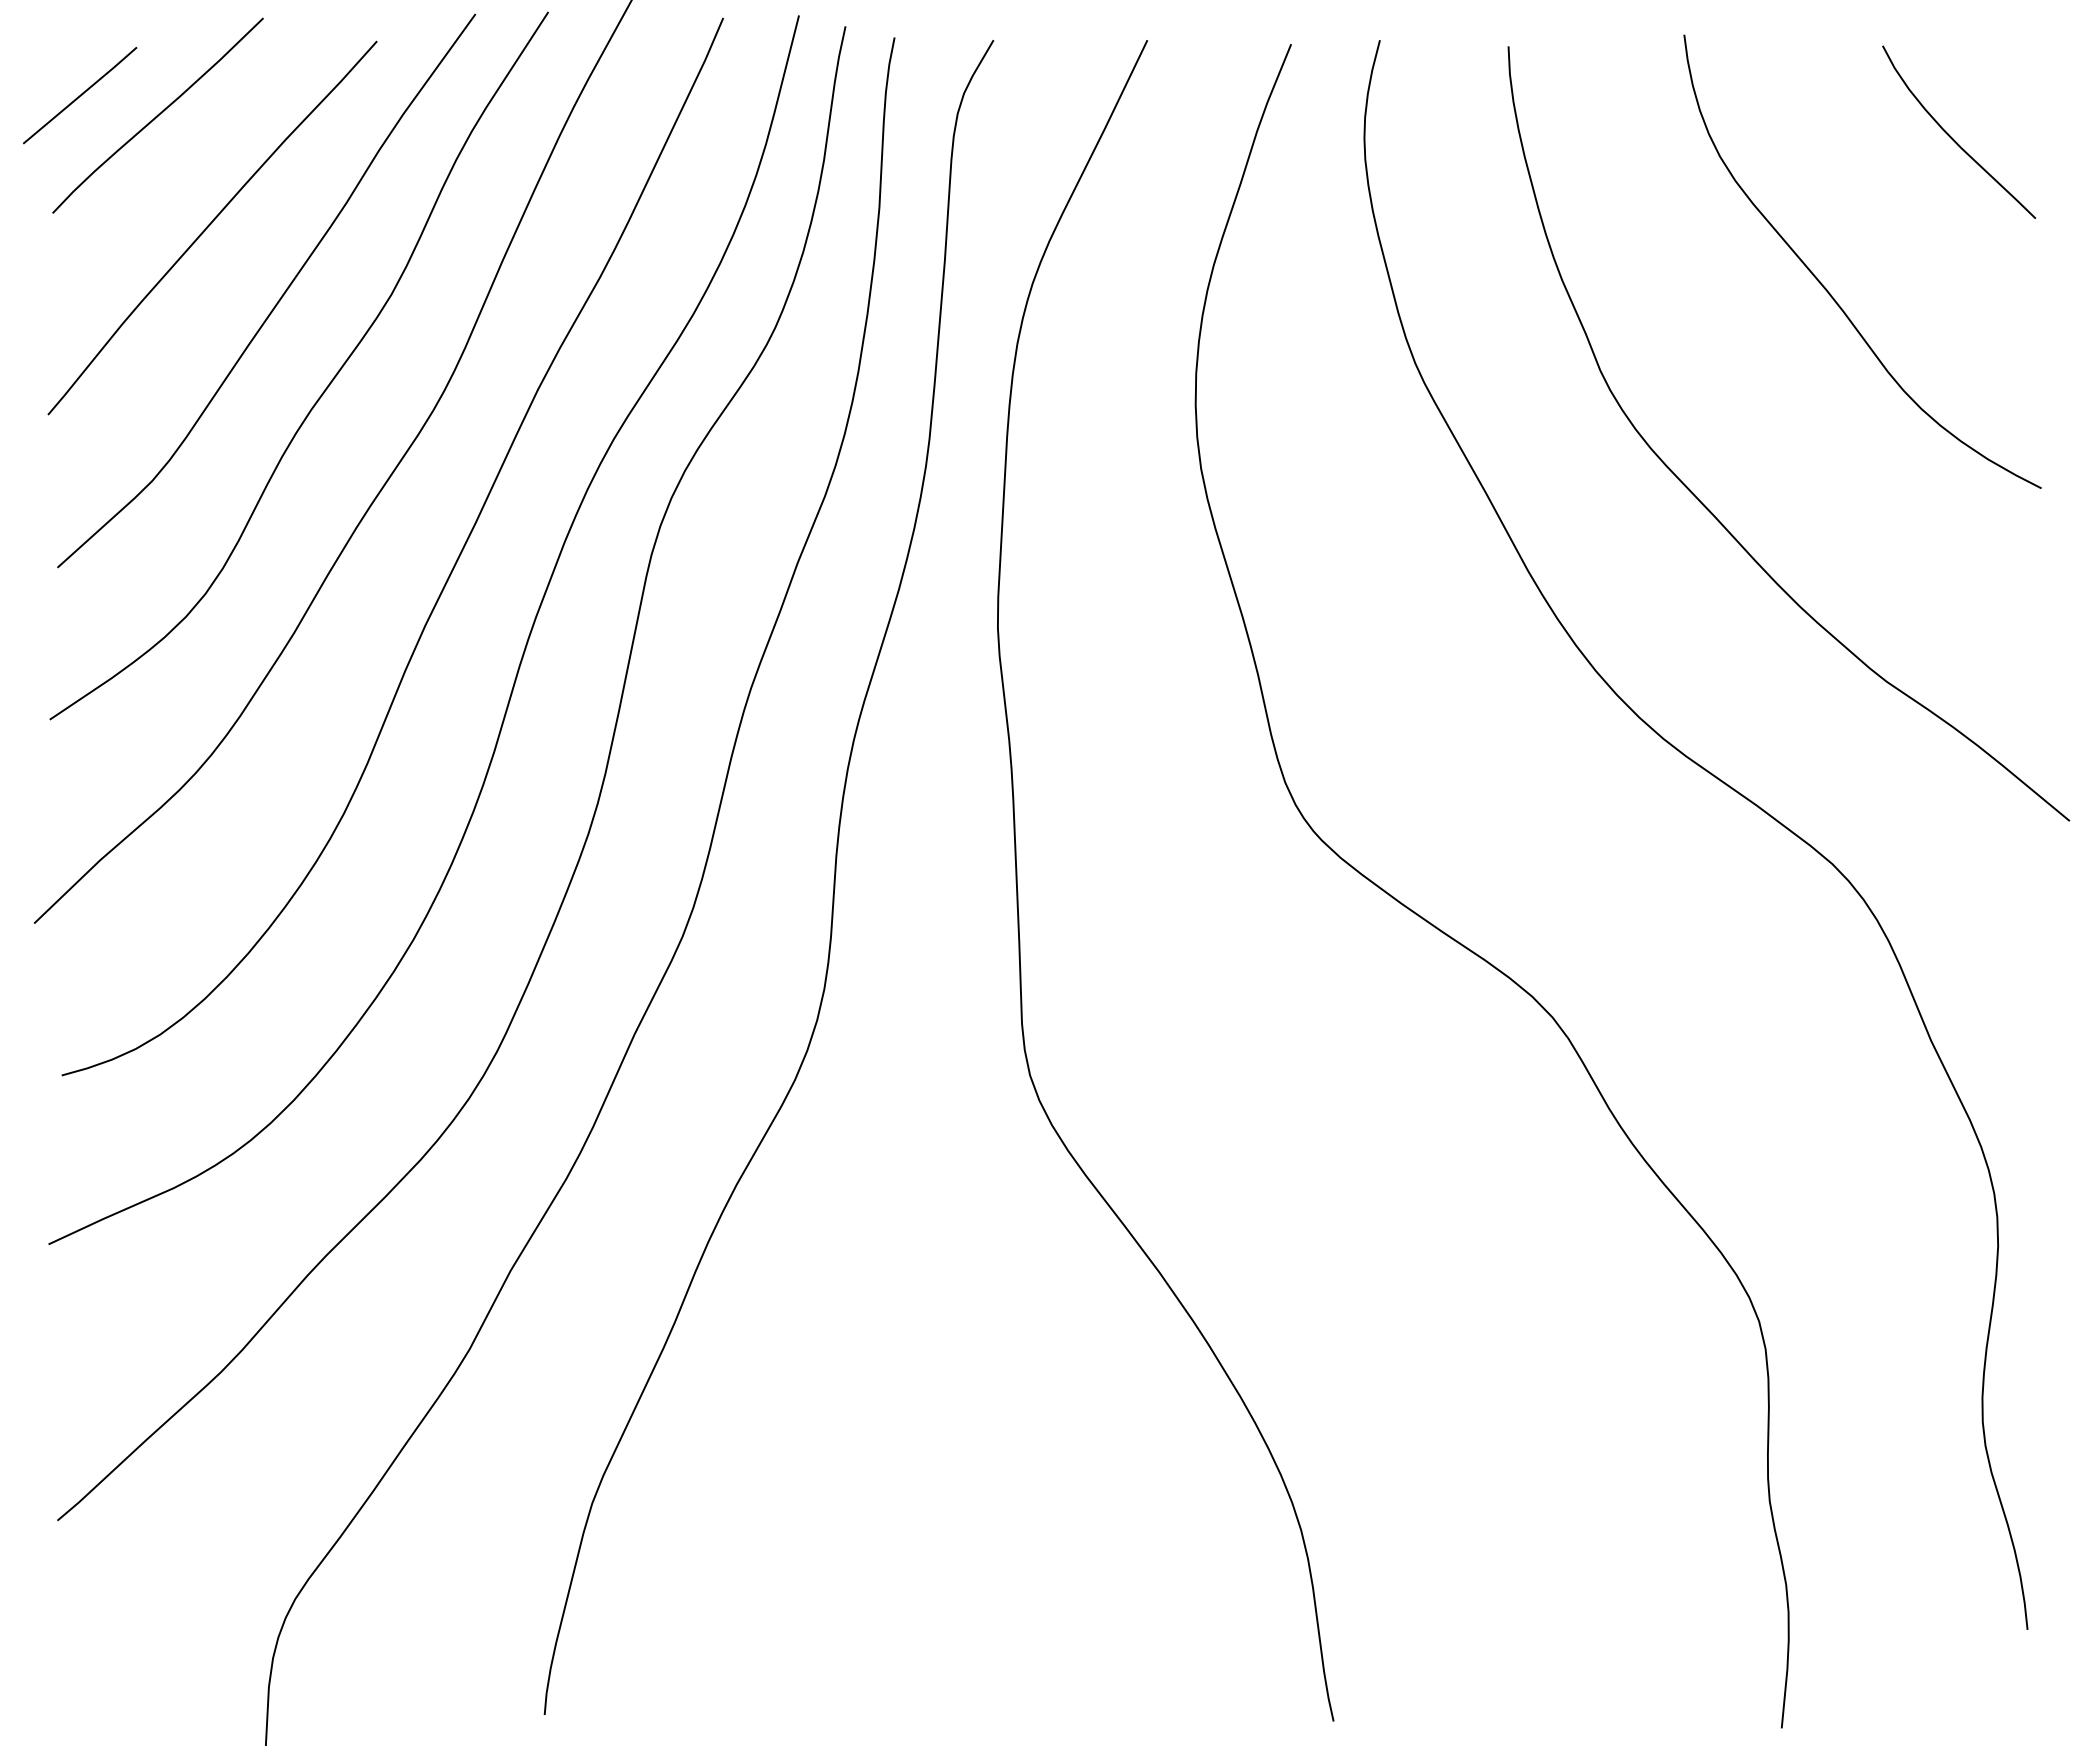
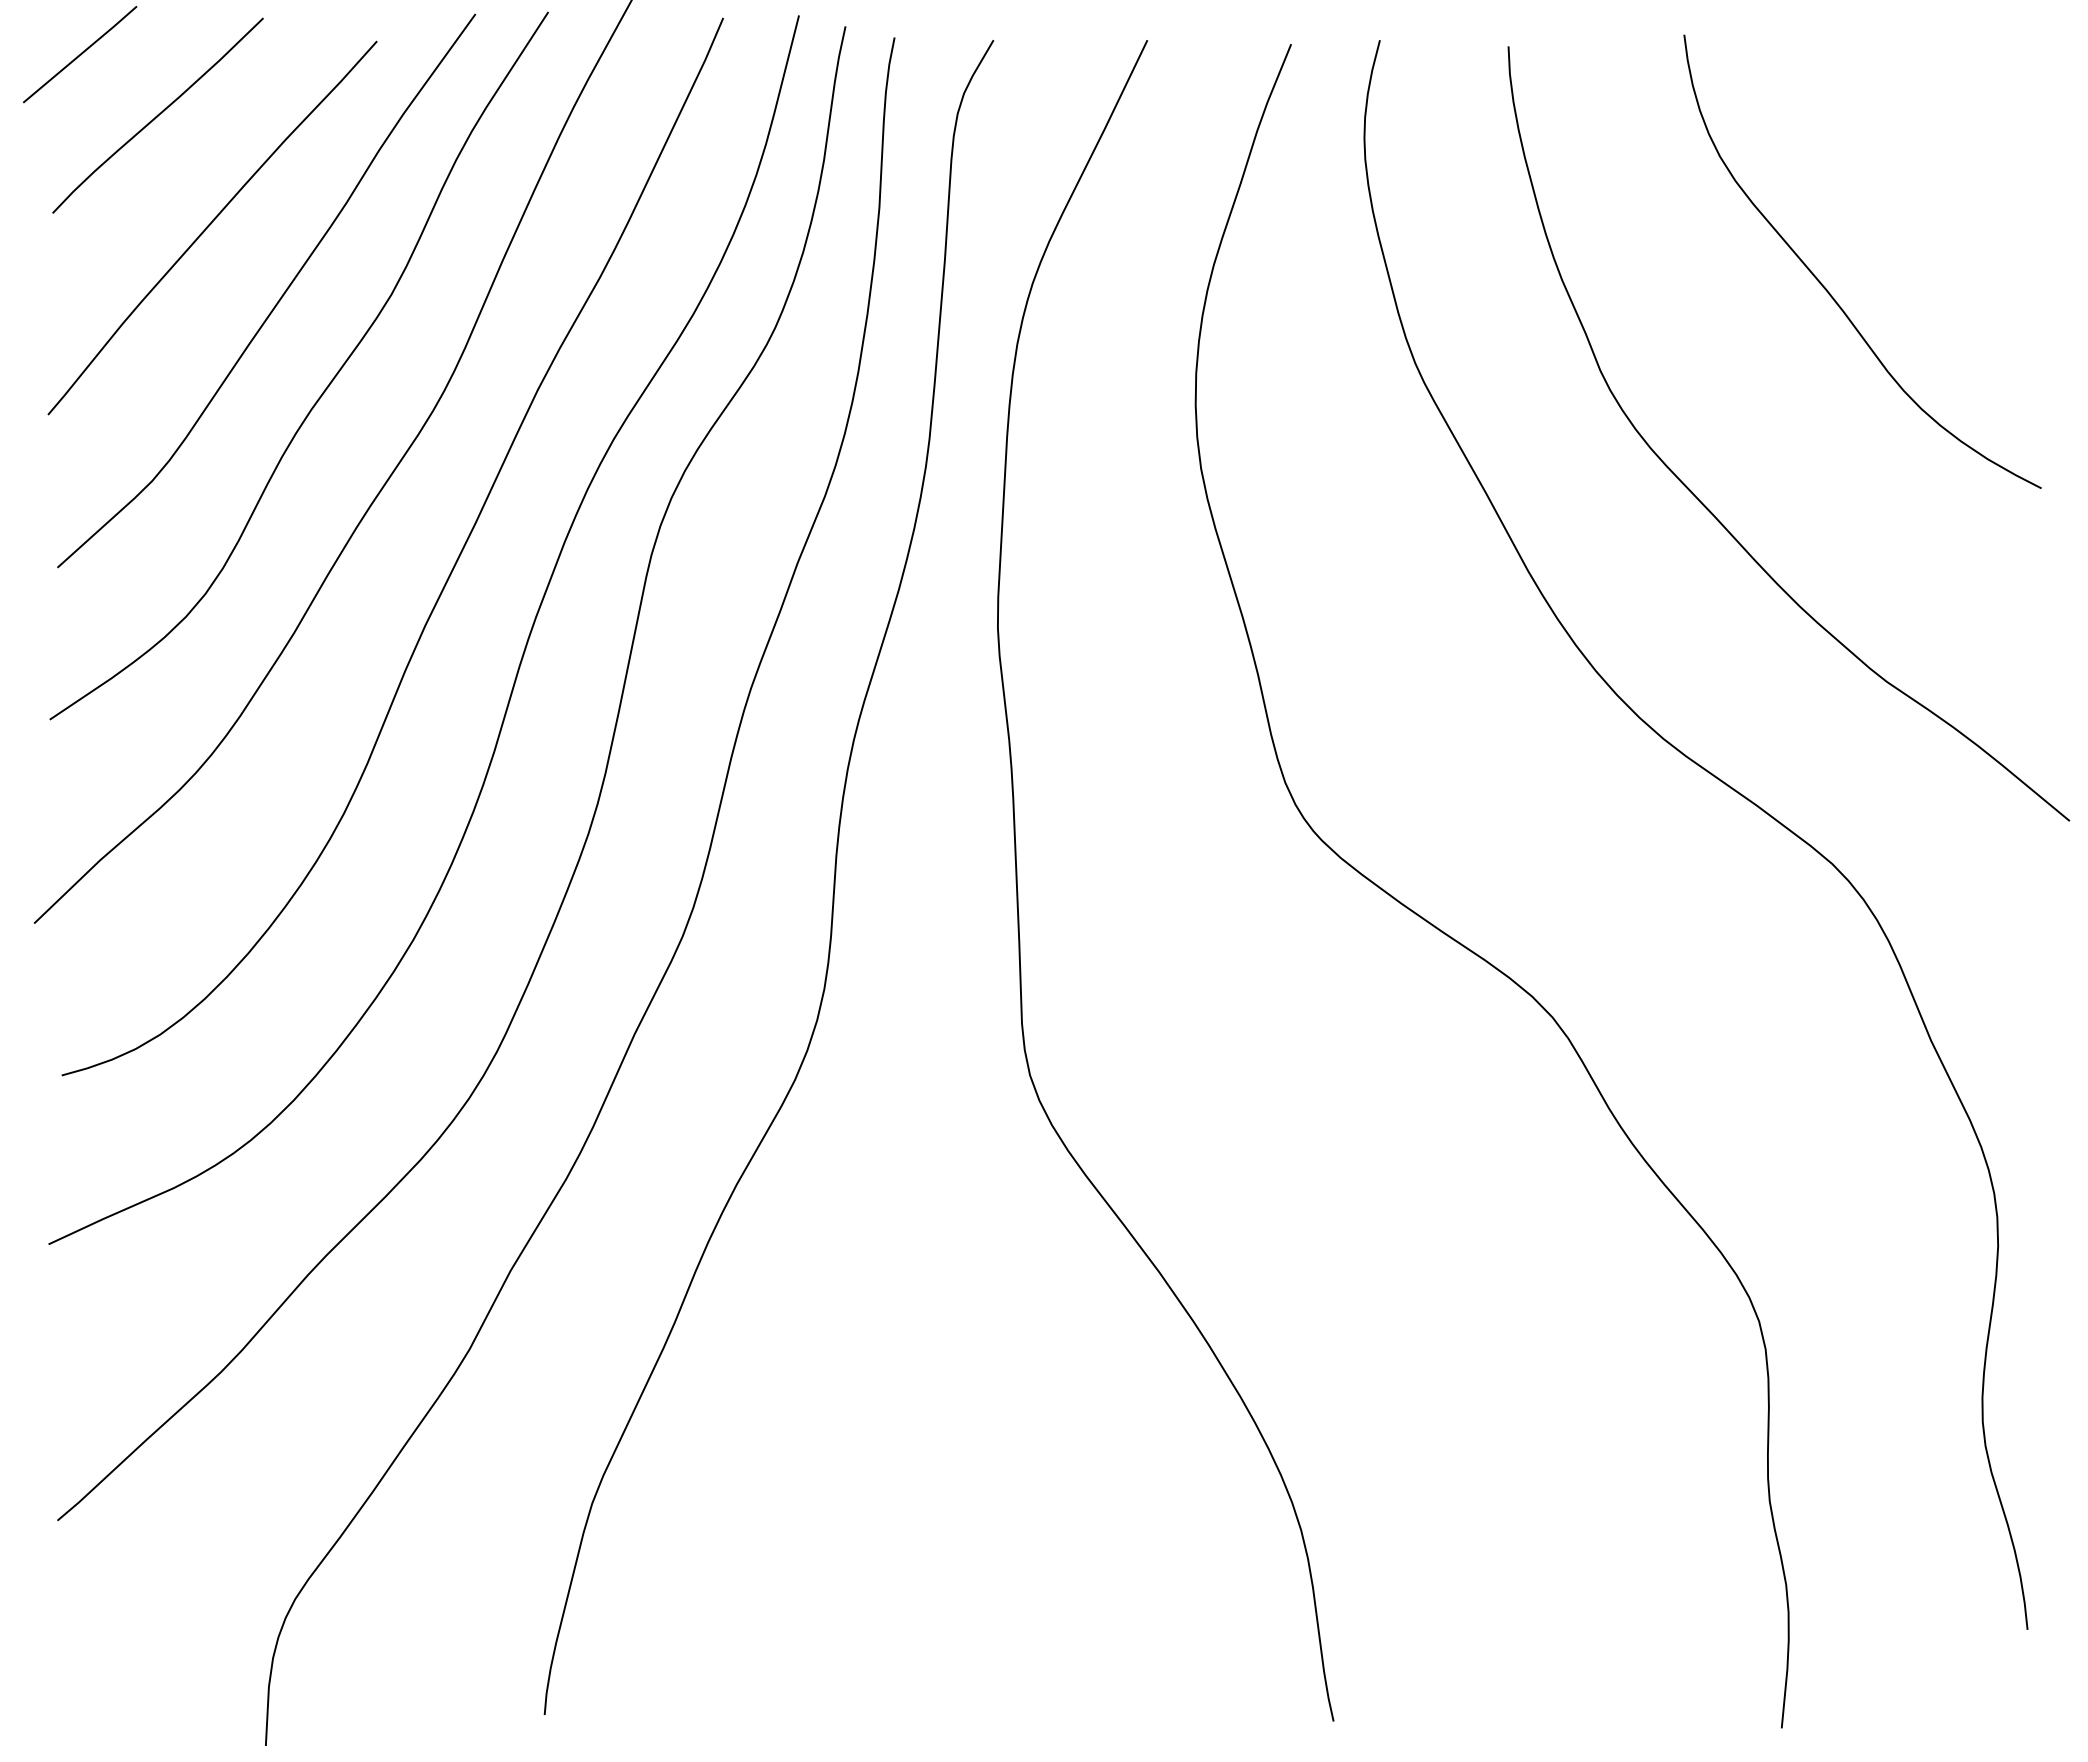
line at (80, 95) position: (80, 95) -> (80, 54)
curve at (1952, 137): present -> none
